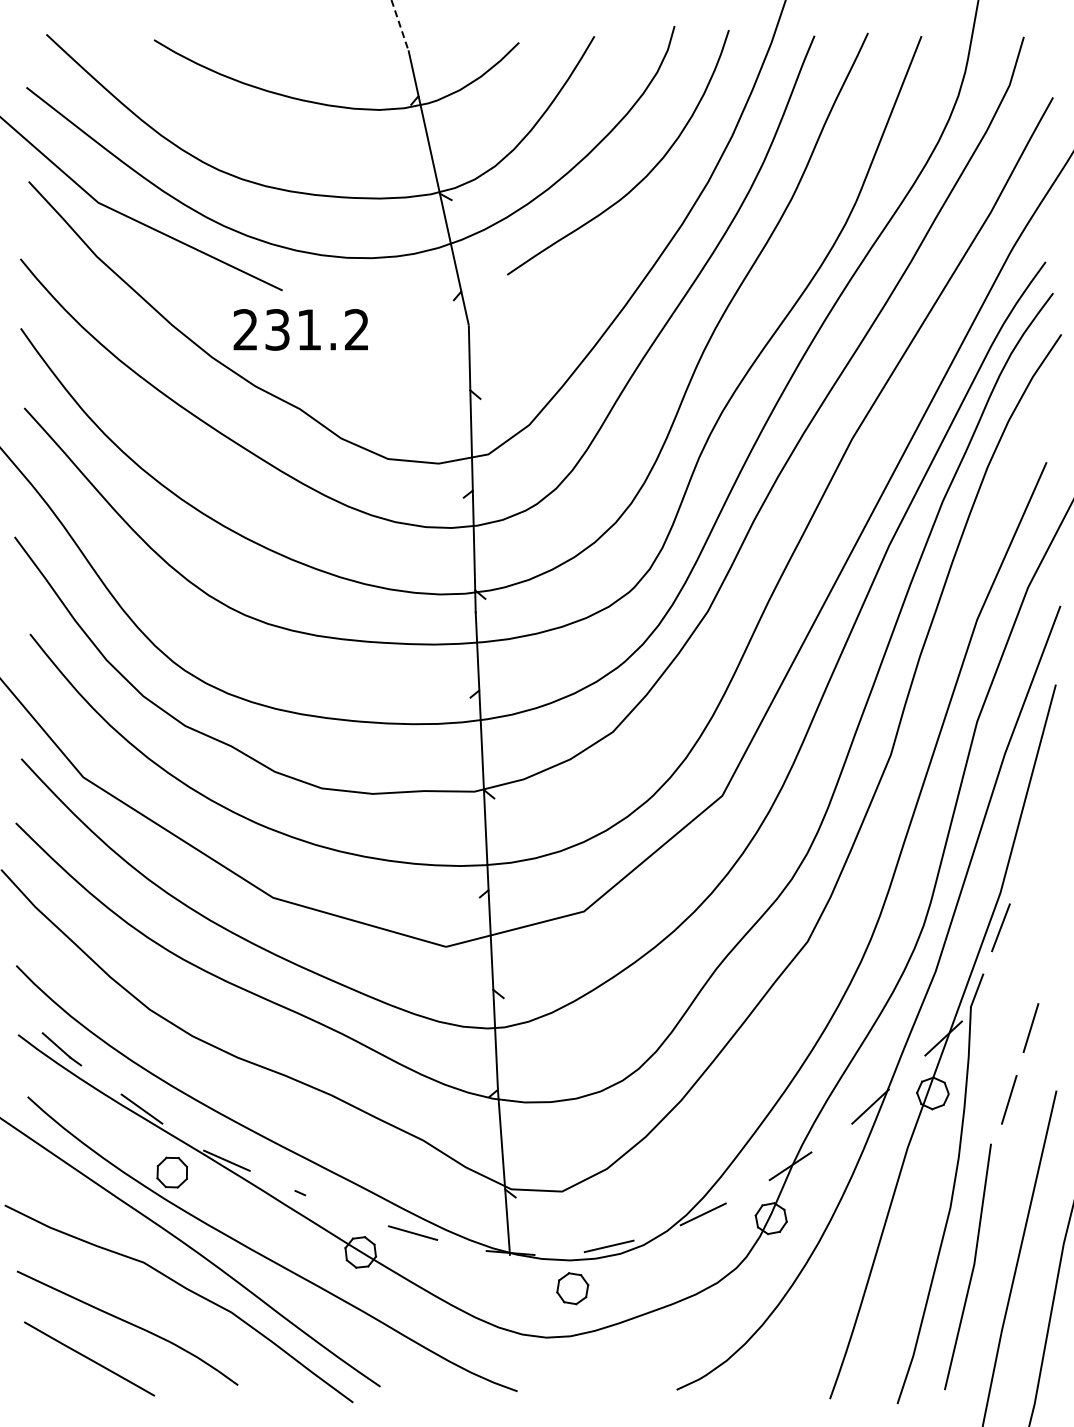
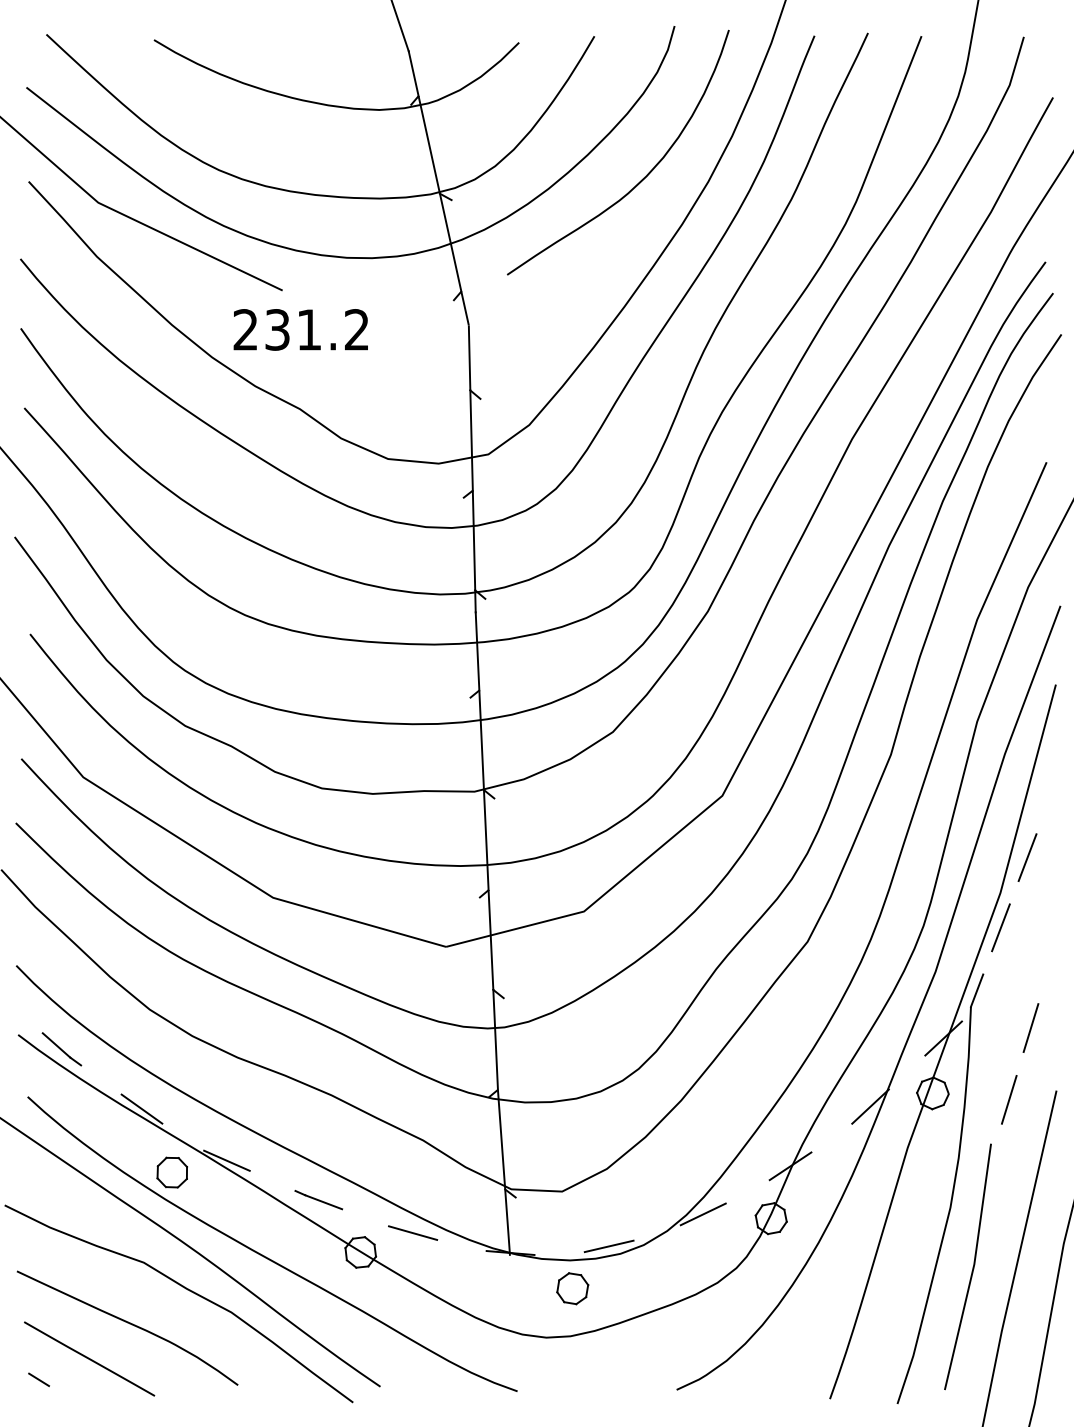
line at (400, 26): dashed -> solid
line at (1027, 857): none -> present
line at (323, 1202): none -> present
line at (38, 1379): none -> present
